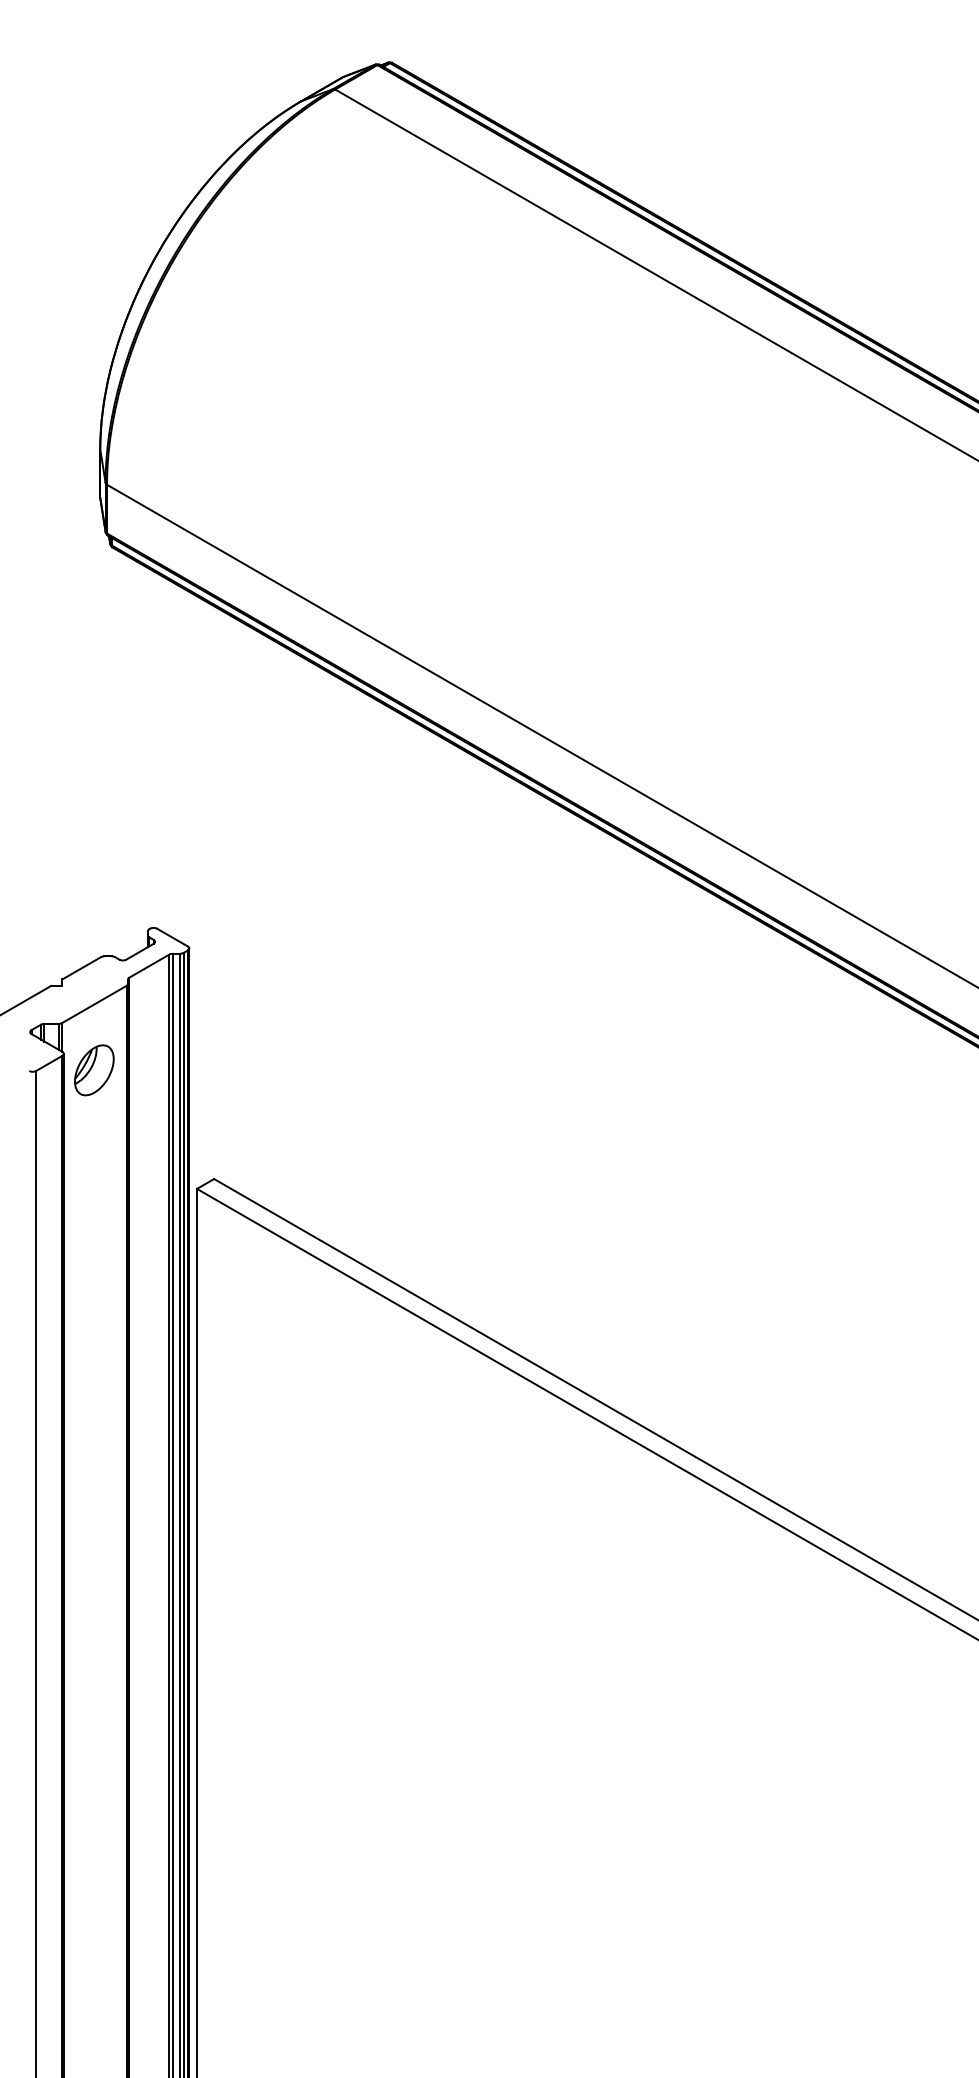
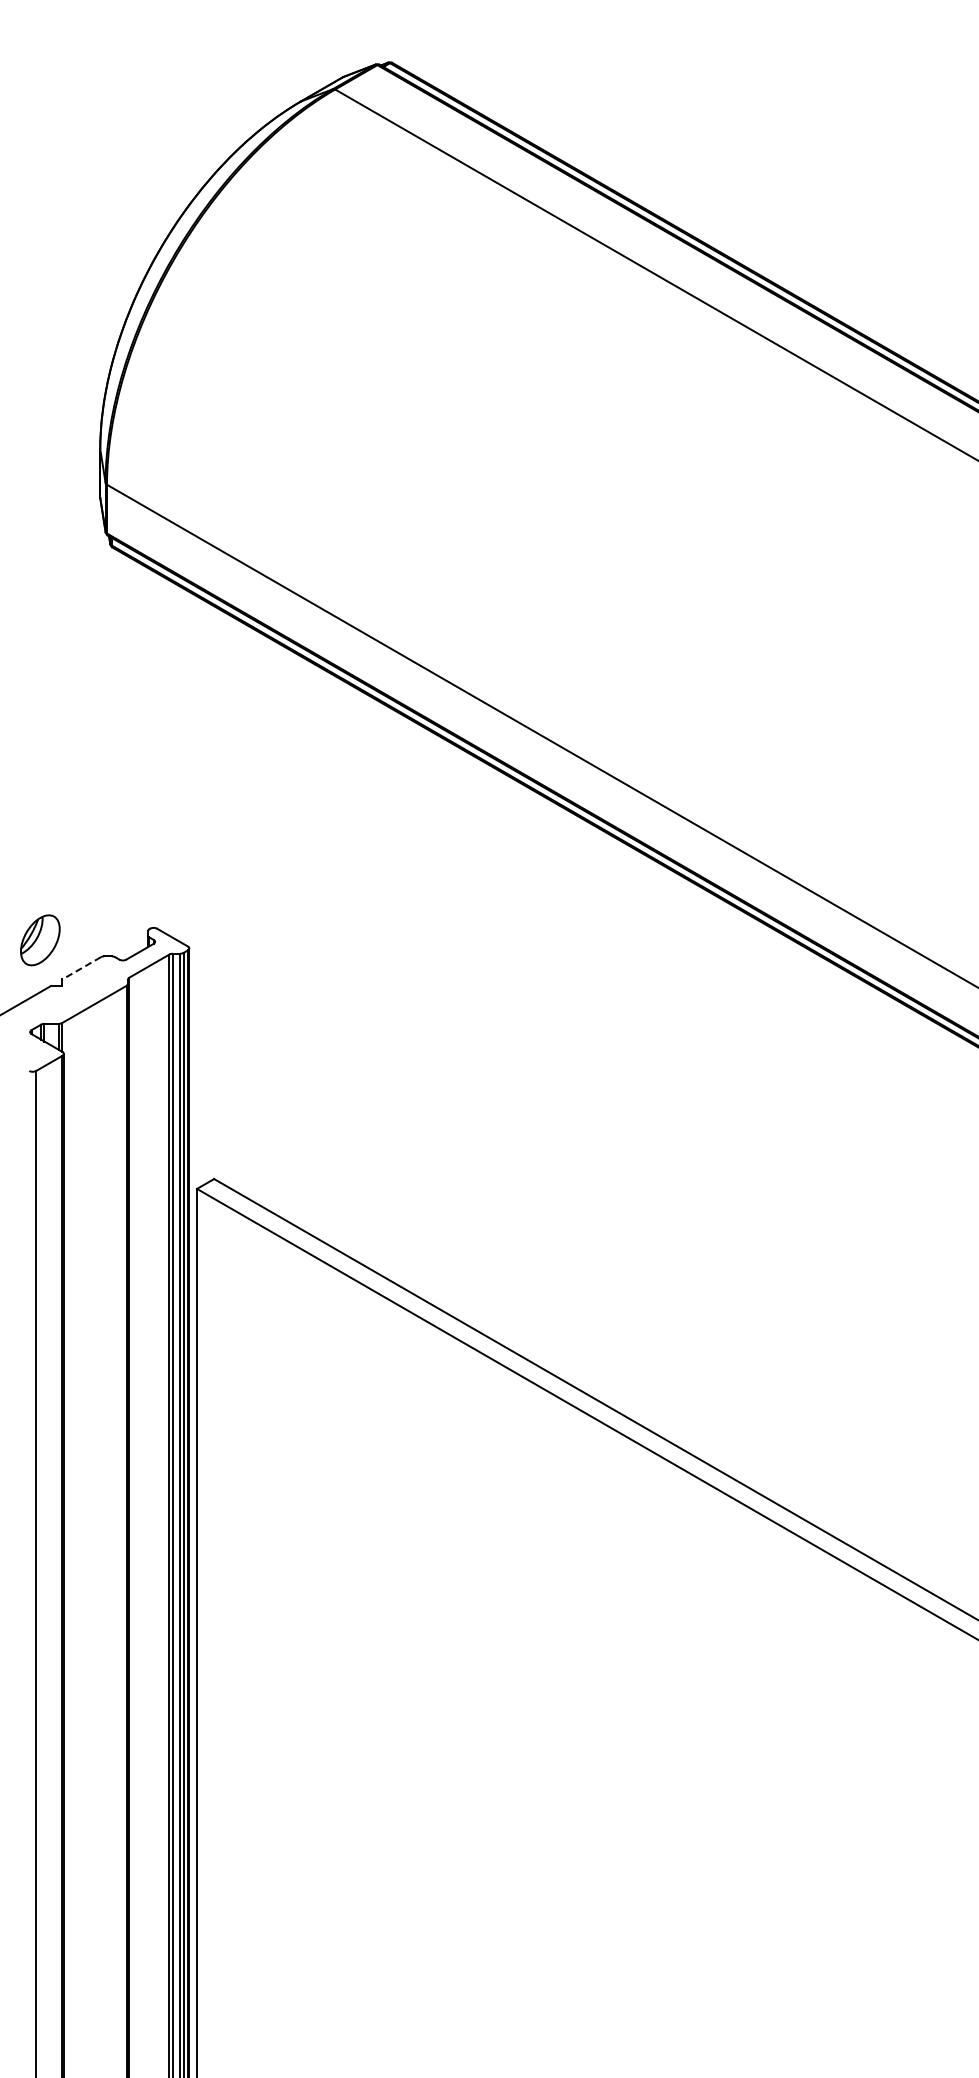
line at (81, 968): solid -> dashed
part at (94, 1070) position: (94, 1070) -> (40, 940)
